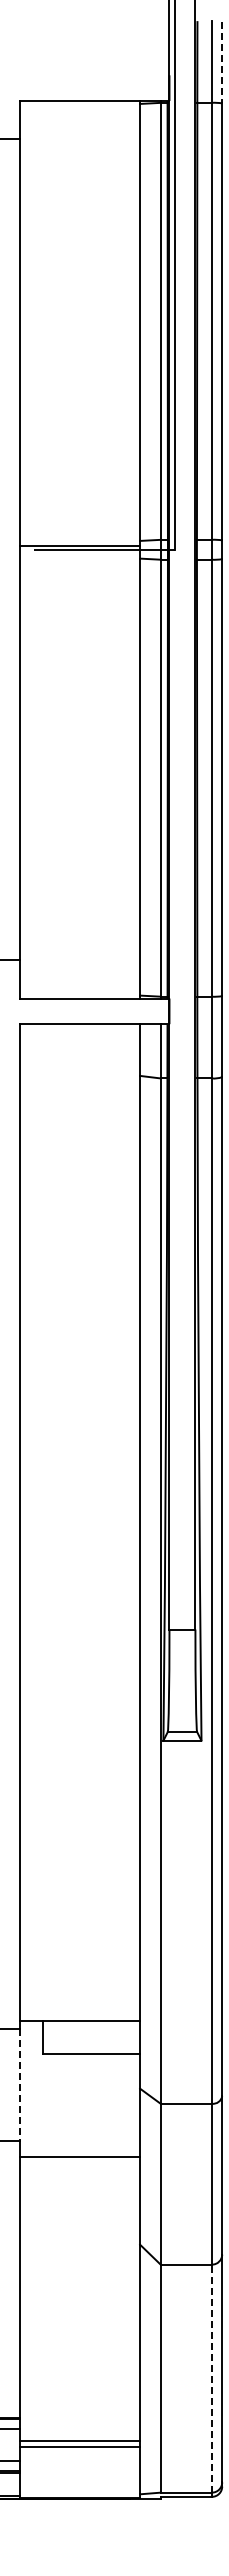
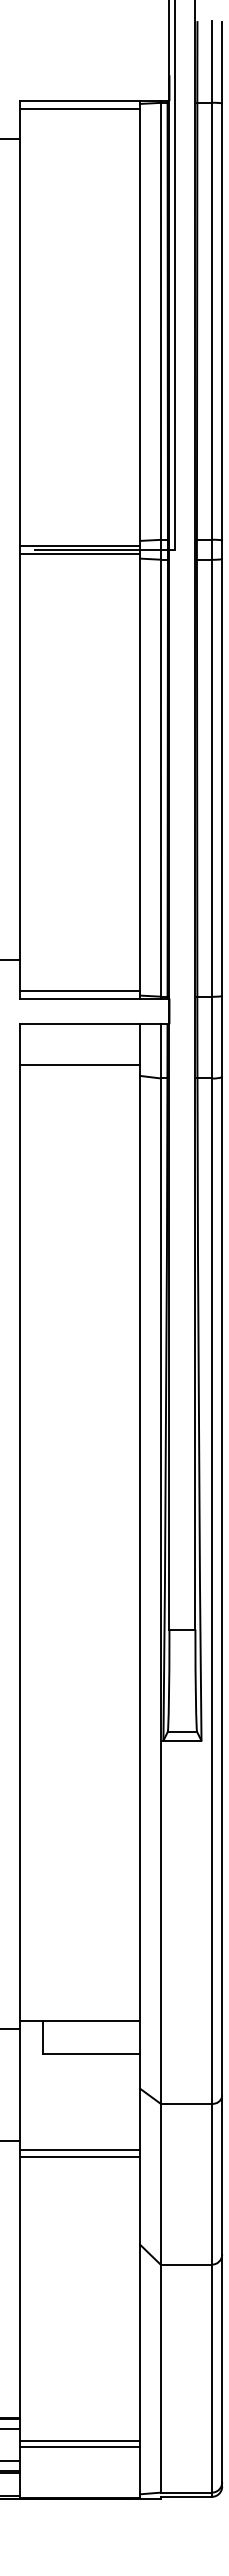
line at (222, 62): dashed -> solid
line at (79, 108): none -> present
line at (79, 553): none -> present
line at (79, 990): none -> present
line at (79, 1064): none -> present
line at (19, 2085): dashed -> solid
line at (79, 2150): none -> present
line at (211, 2378): dashed -> solid
